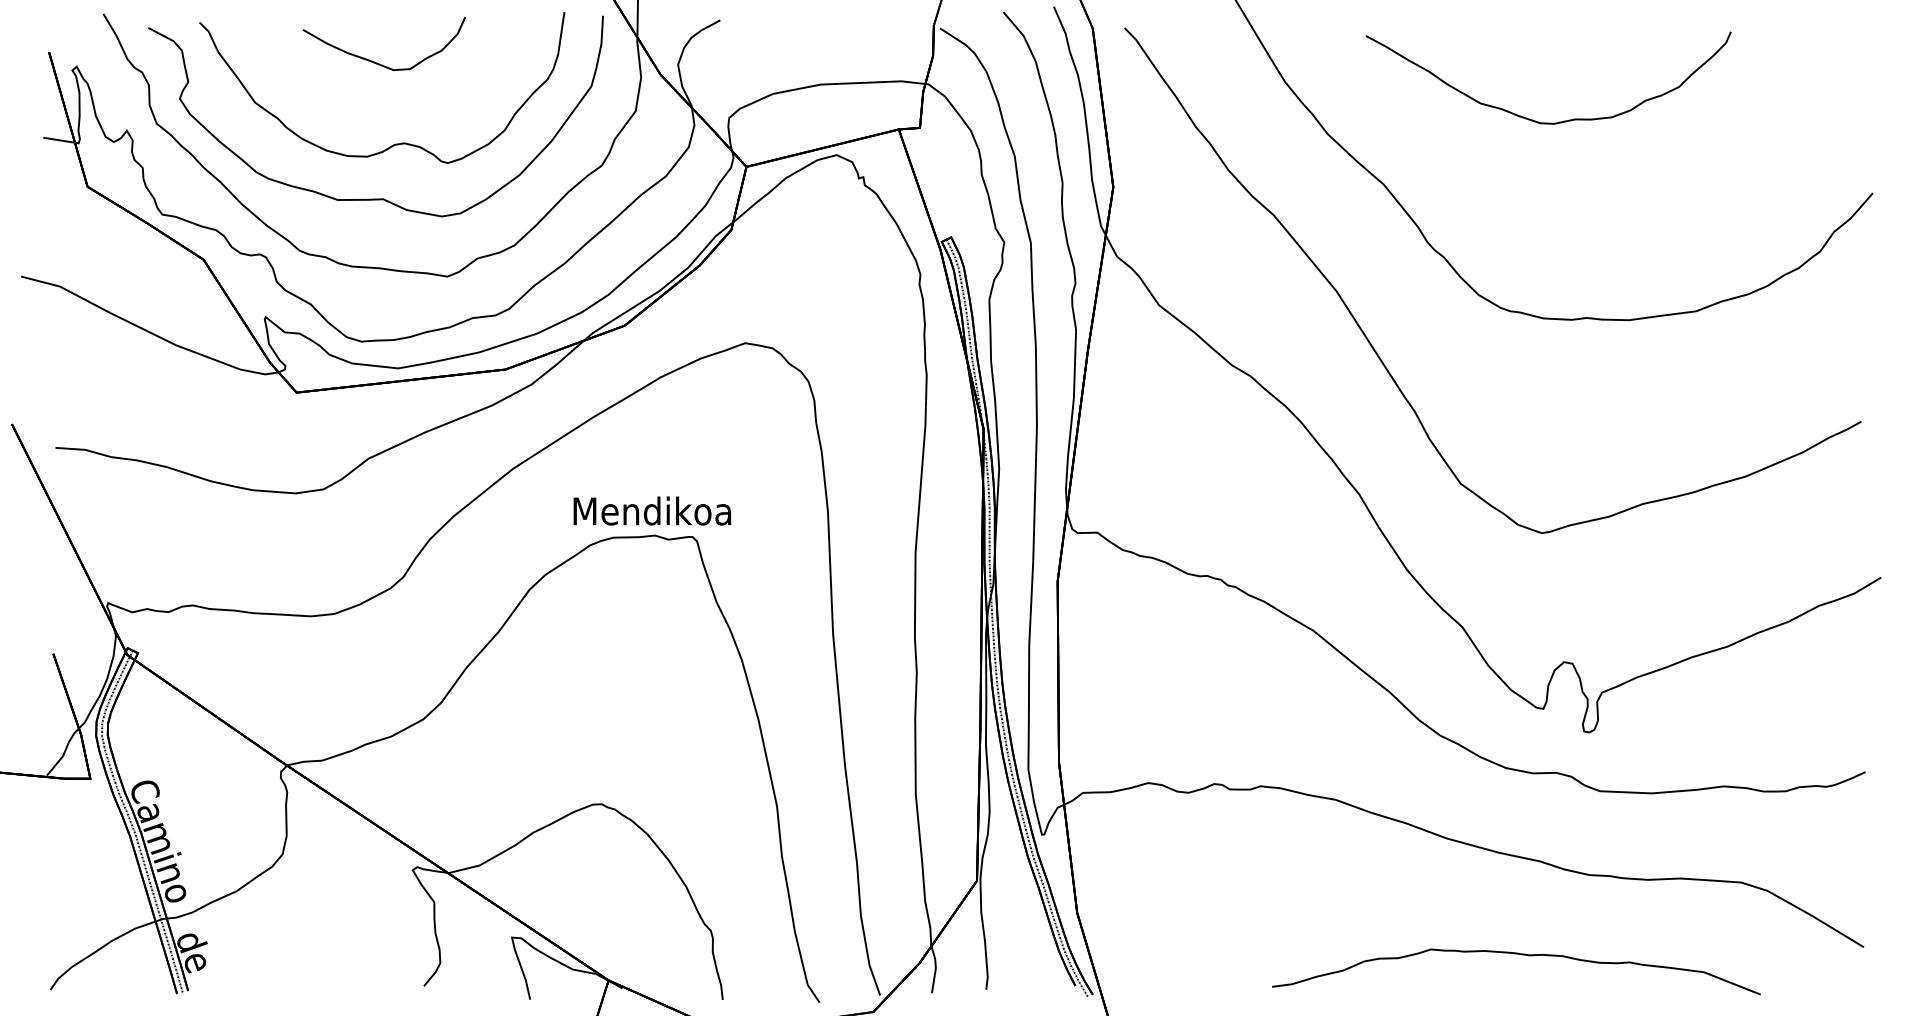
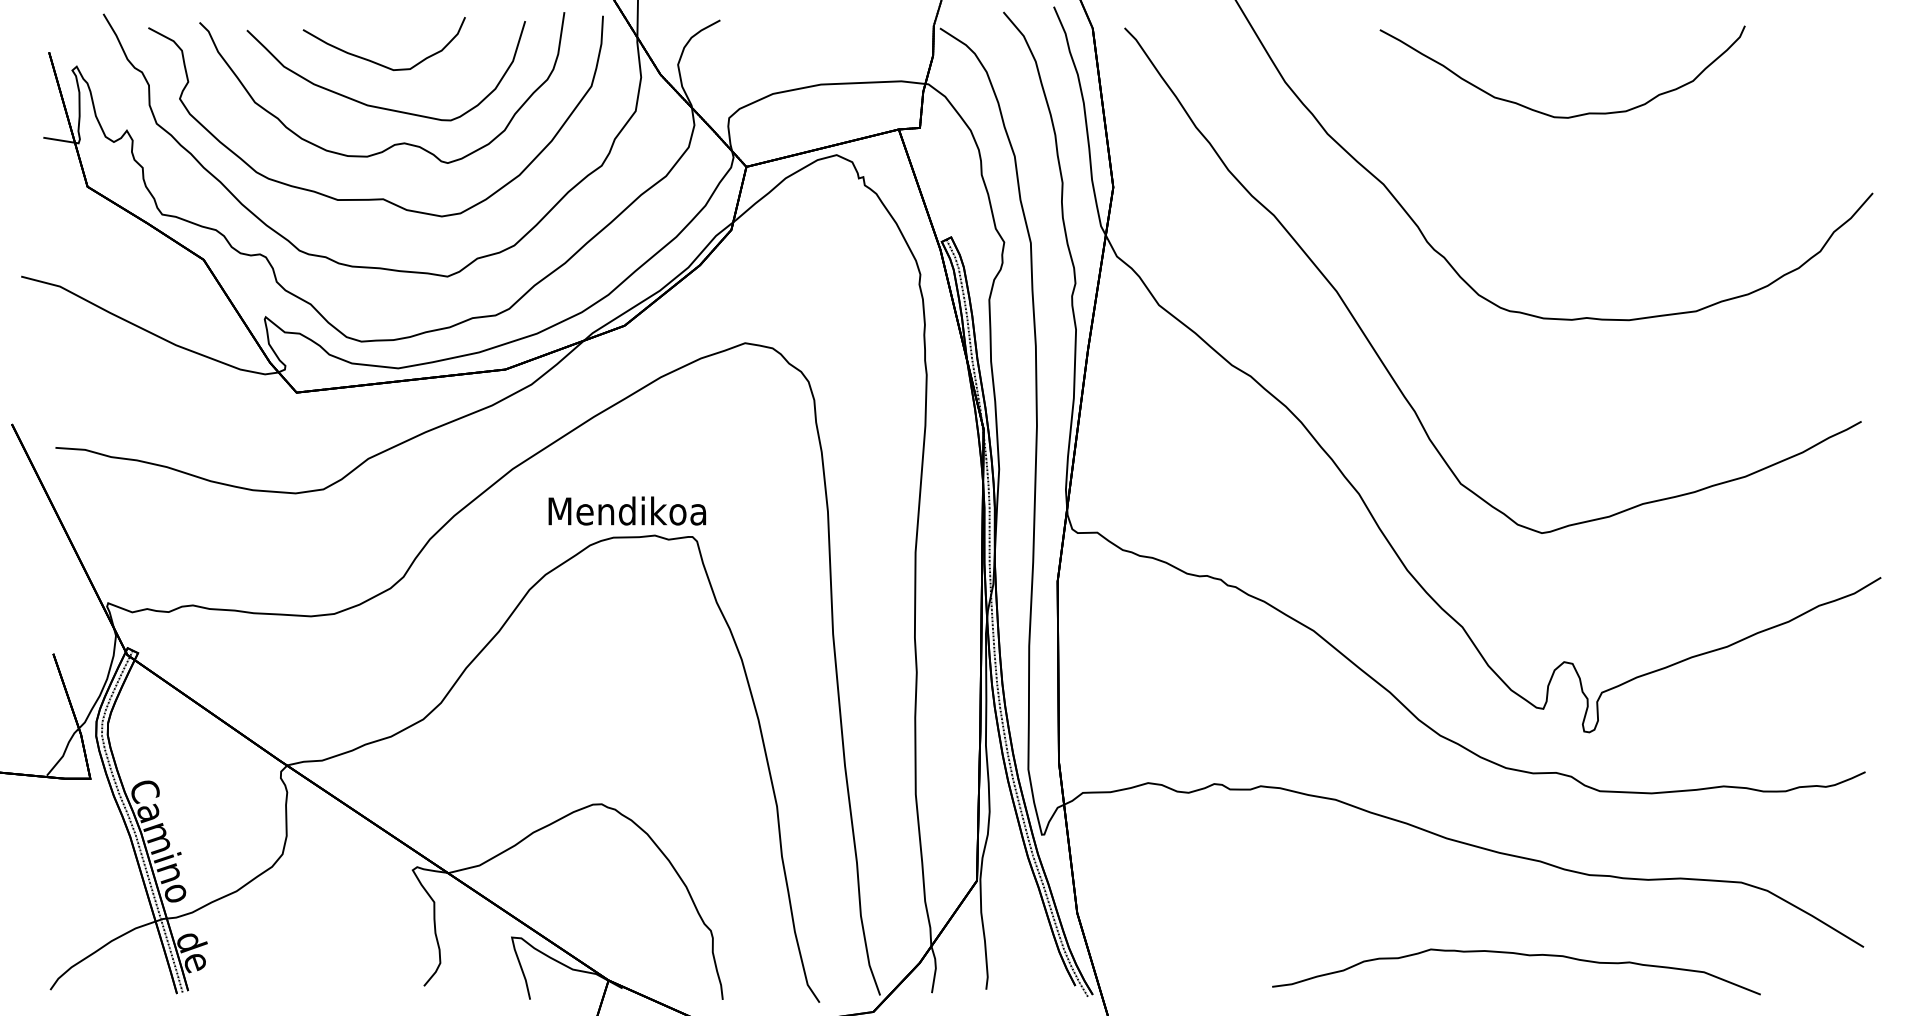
curve at (379, 106): none -> present
curve at (1535, 120) position: (1535, 120) -> (1549, 114)
text at (651, 510) position: (651, 510) -> (626, 510)
